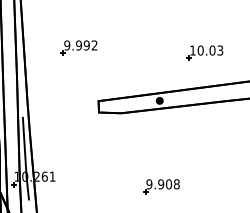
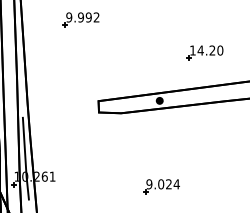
part at (78, 47) position: (78, 47) -> (80, 19)
text at (210, 50): 10.03 -> 14.20
text at (168, 184): 9.908 -> 9.024
